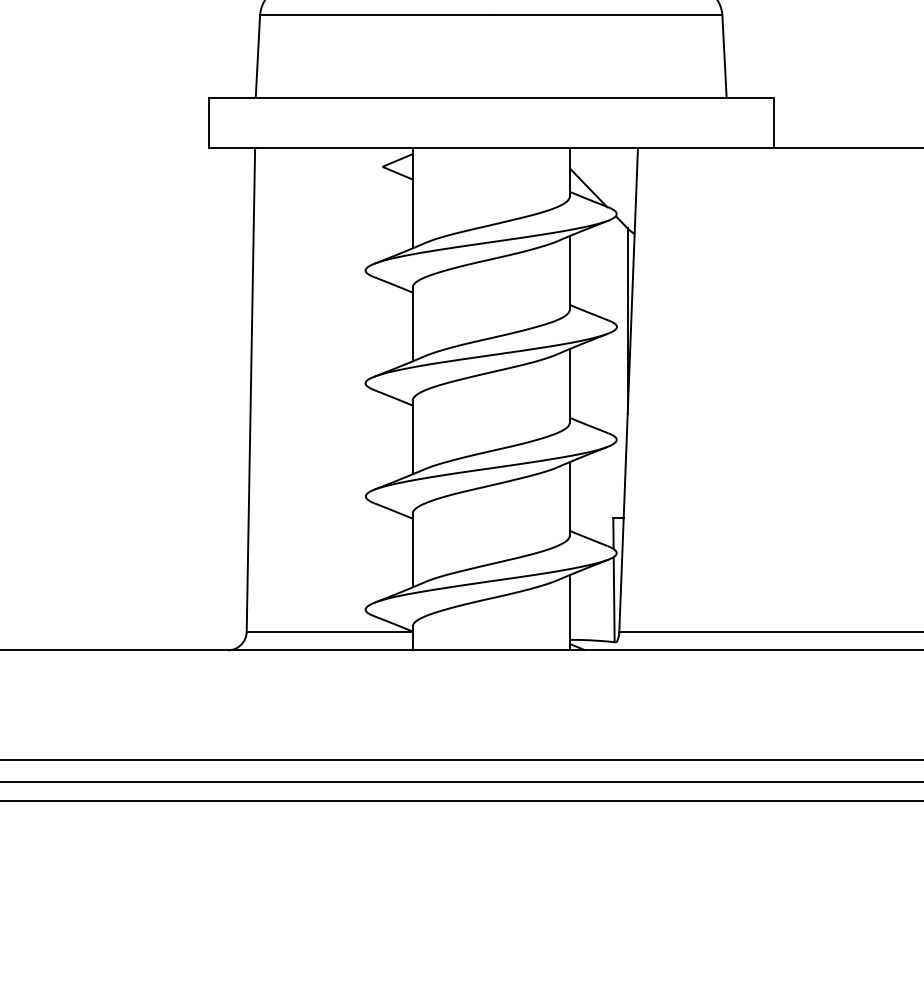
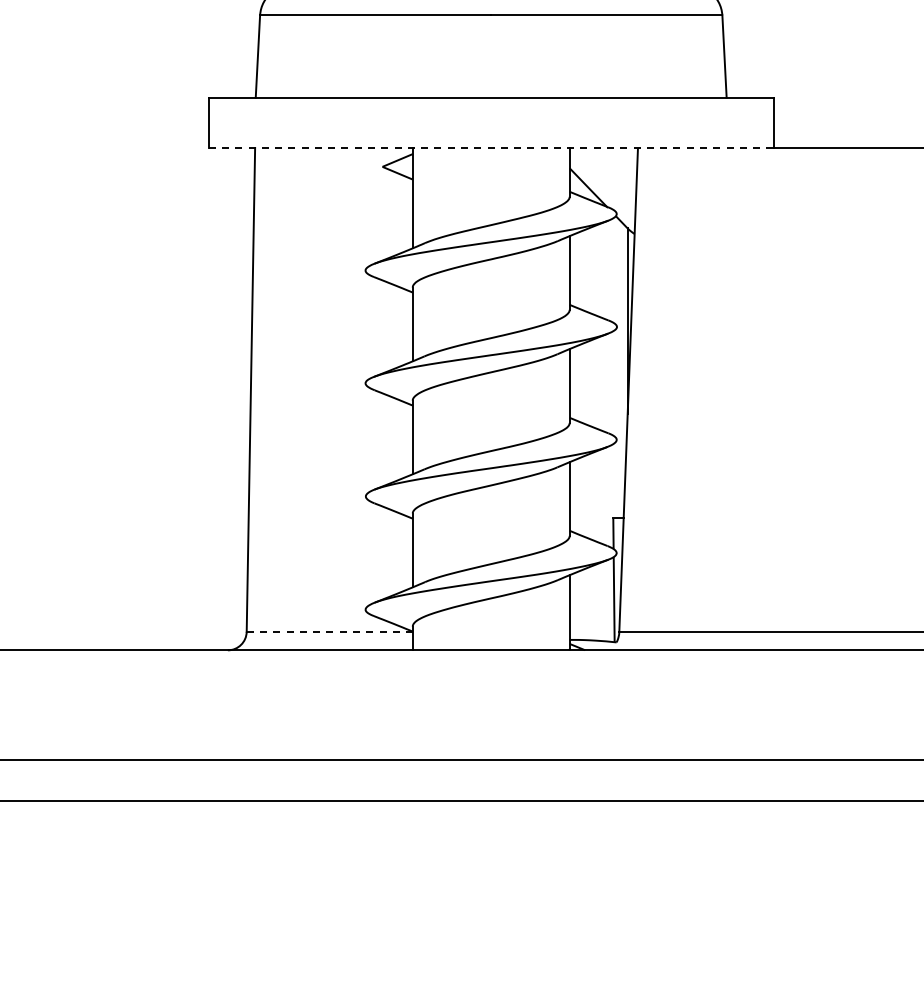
line at (491, 148): solid -> dashed
line at (330, 631): solid -> dashed
line at (461, 782): present -> none
